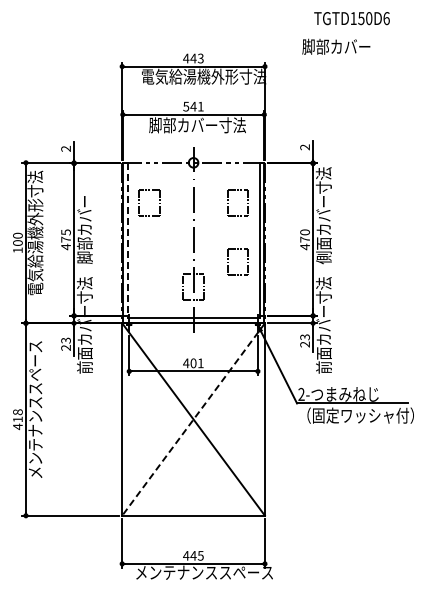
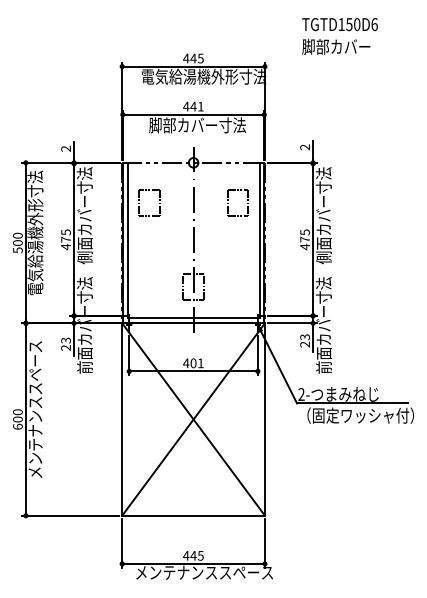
text at (351, 18) position: (351, 18) -> (339, 24)
text at (200, 57): 443 -> 445
text at (186, 106): 541 -> 441
text at (84, 215): 脚部カバー -> 側面カバー寸法
text at (304, 232): 470 -> 475
line at (127, 241): dashed -> solid
text at (17, 250): 100 -> 500
part at (228, 262): present -> none
text at (17, 419): 418 -> 600
line at (193, 419): dashed -> solid
